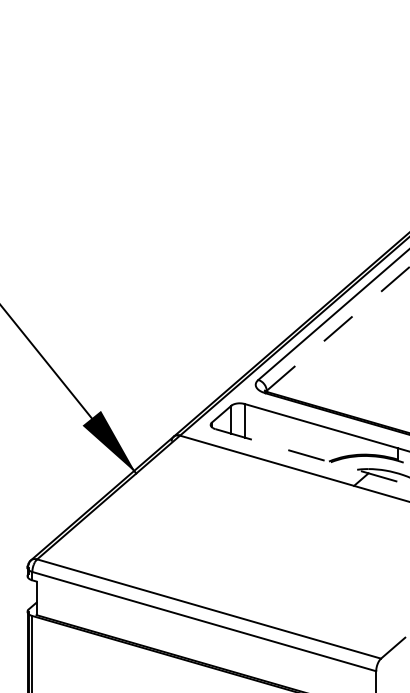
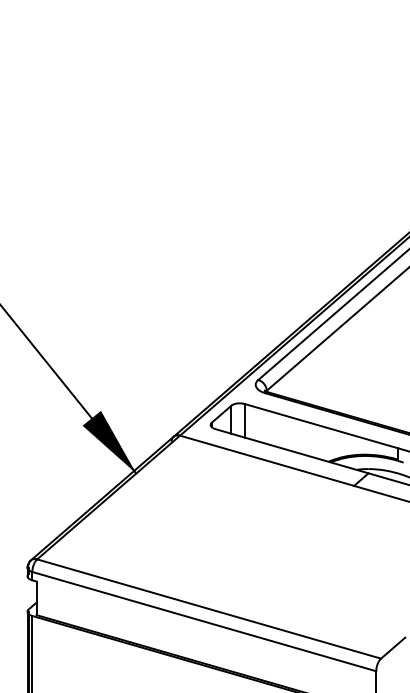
line at (338, 328): dashed -> solid
line at (312, 457): dashed -> solid
